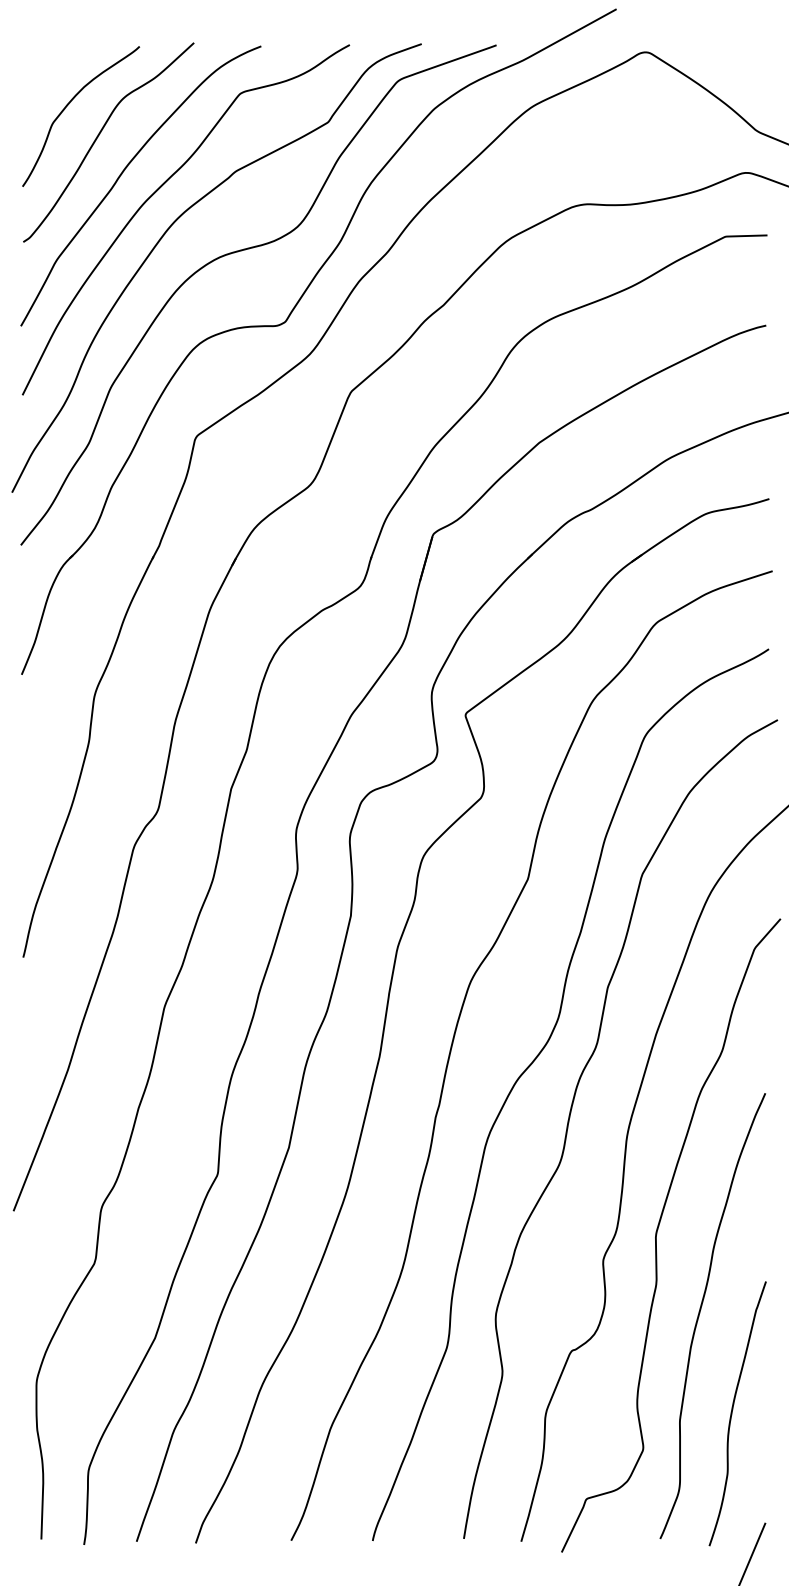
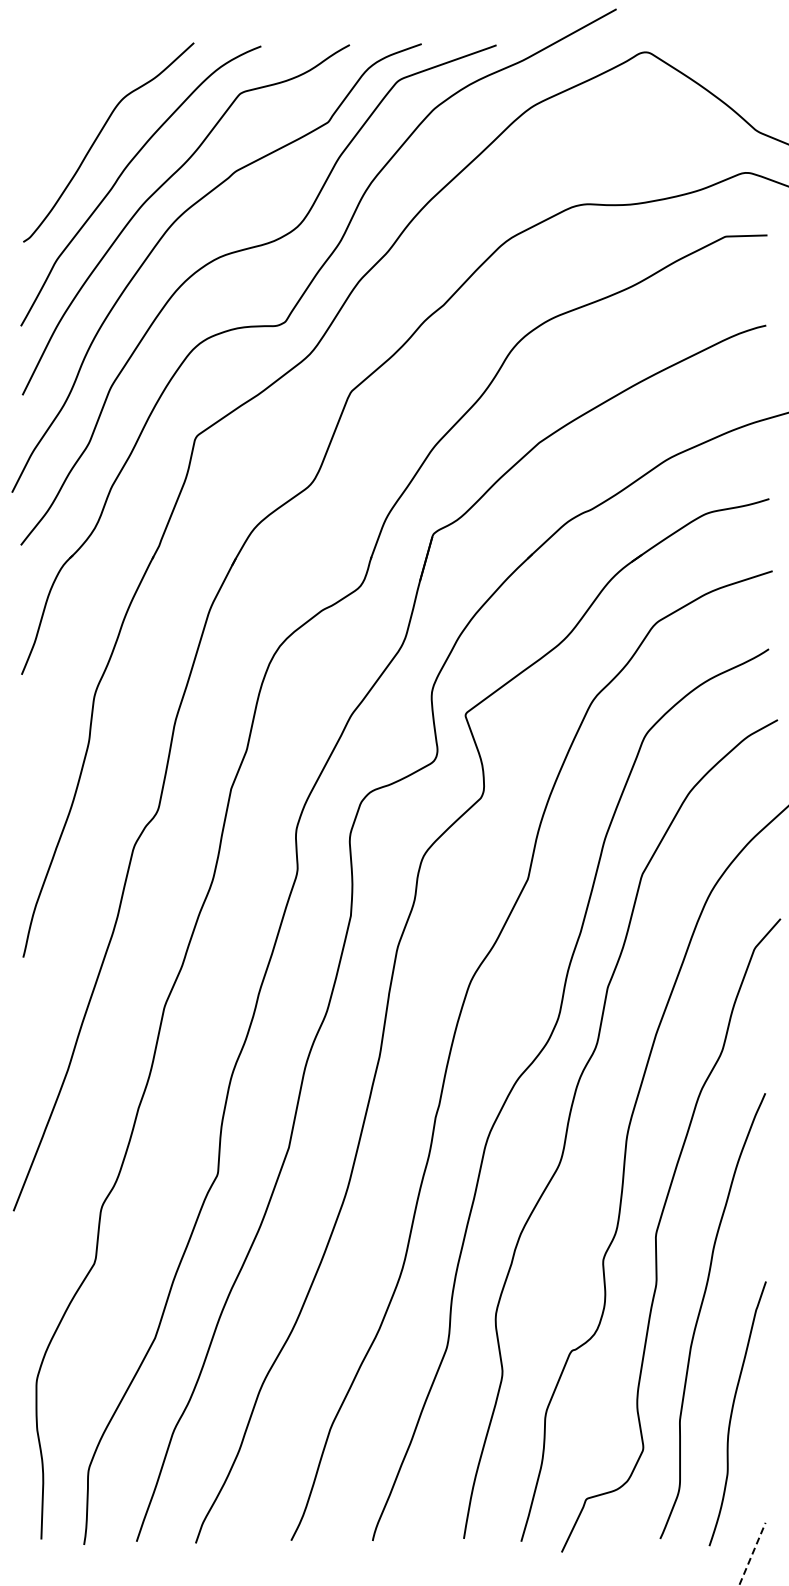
curve at (69, 104): present -> none
line at (752, 1553): solid -> dashed
